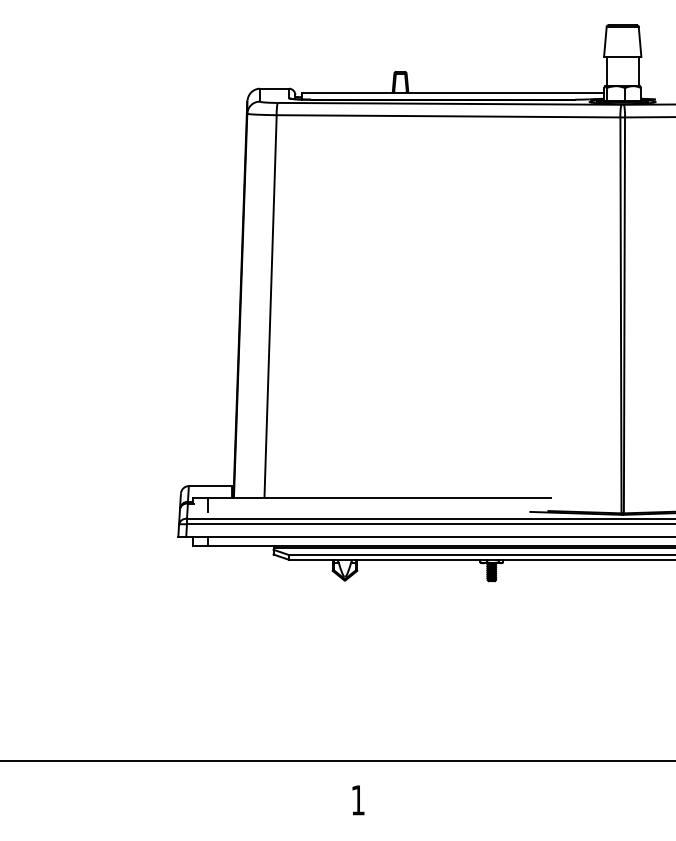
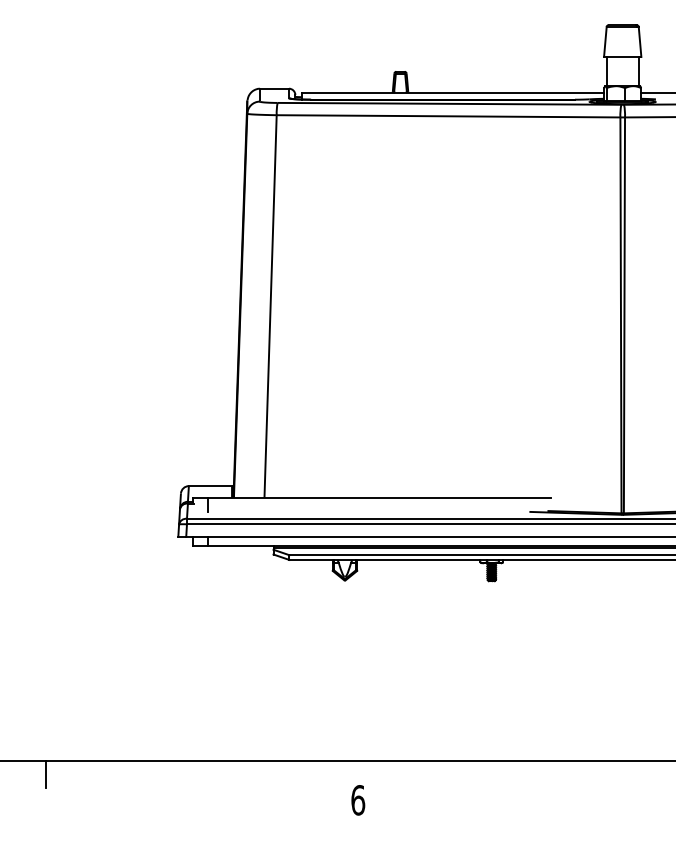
line at (656, 92): none -> present
line at (46, 773): none -> present
text at (358, 800): 1 -> 6
